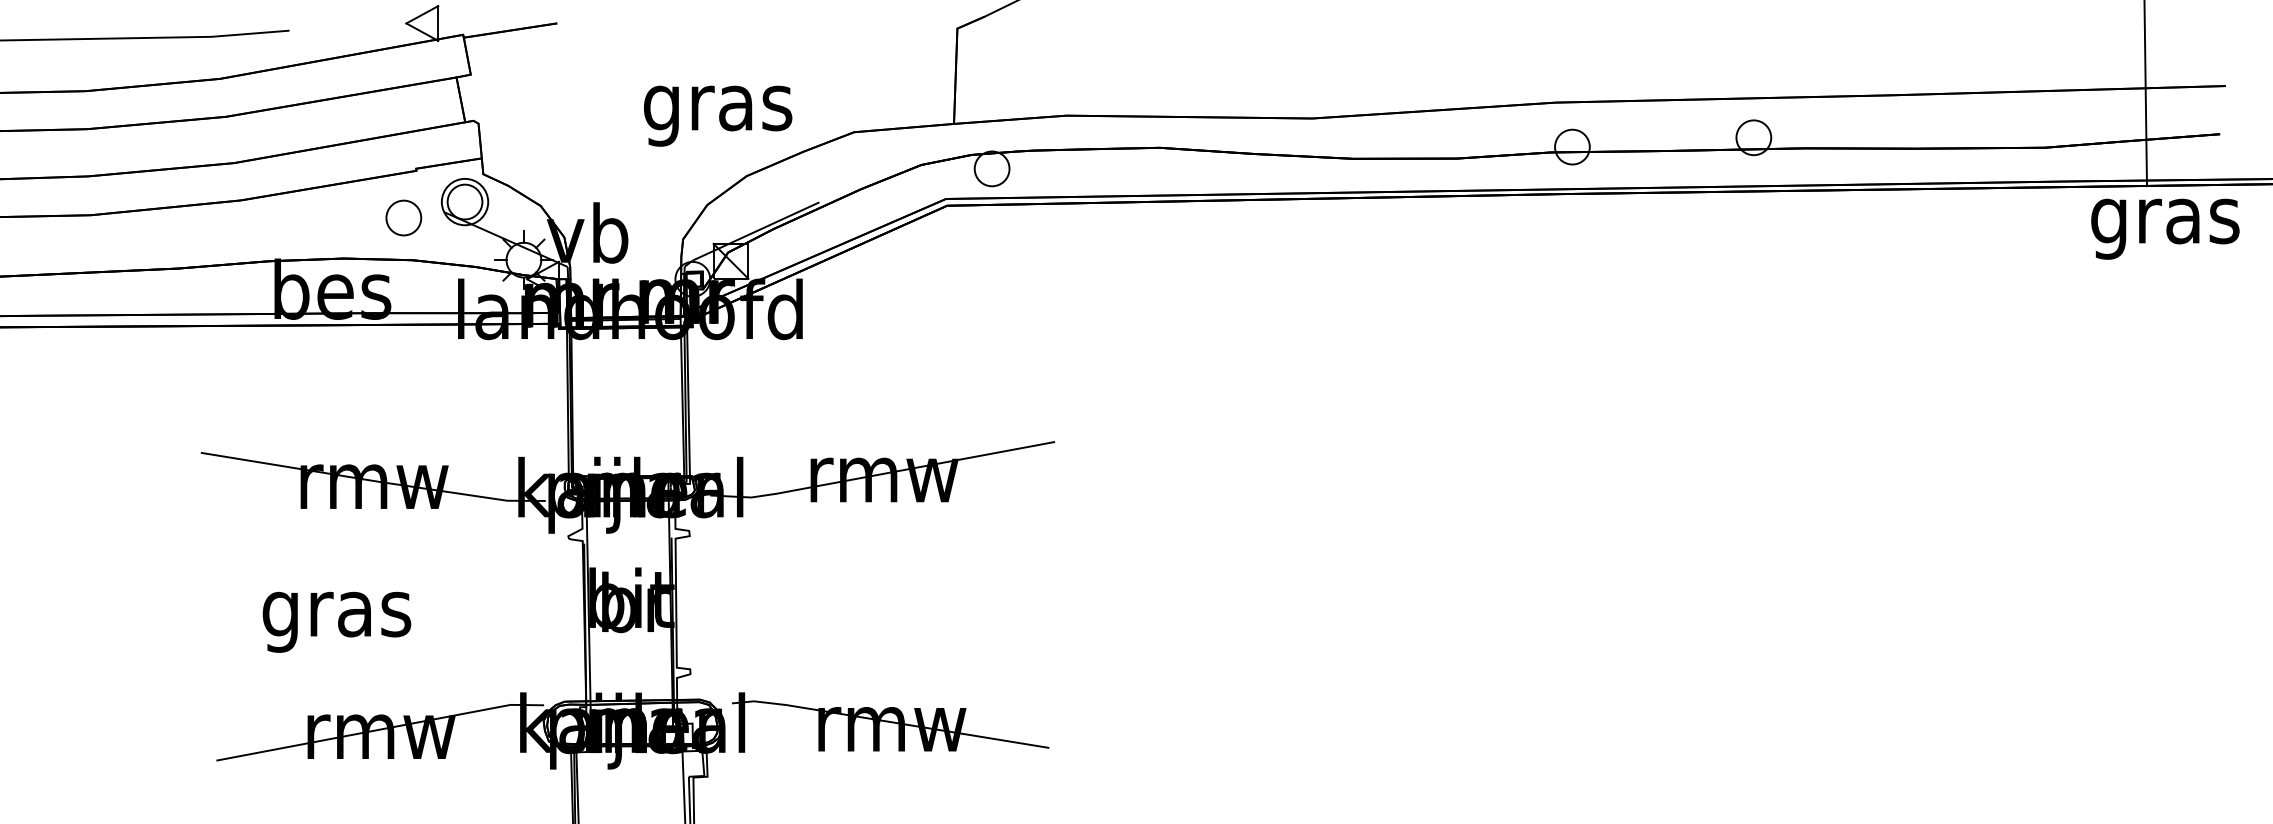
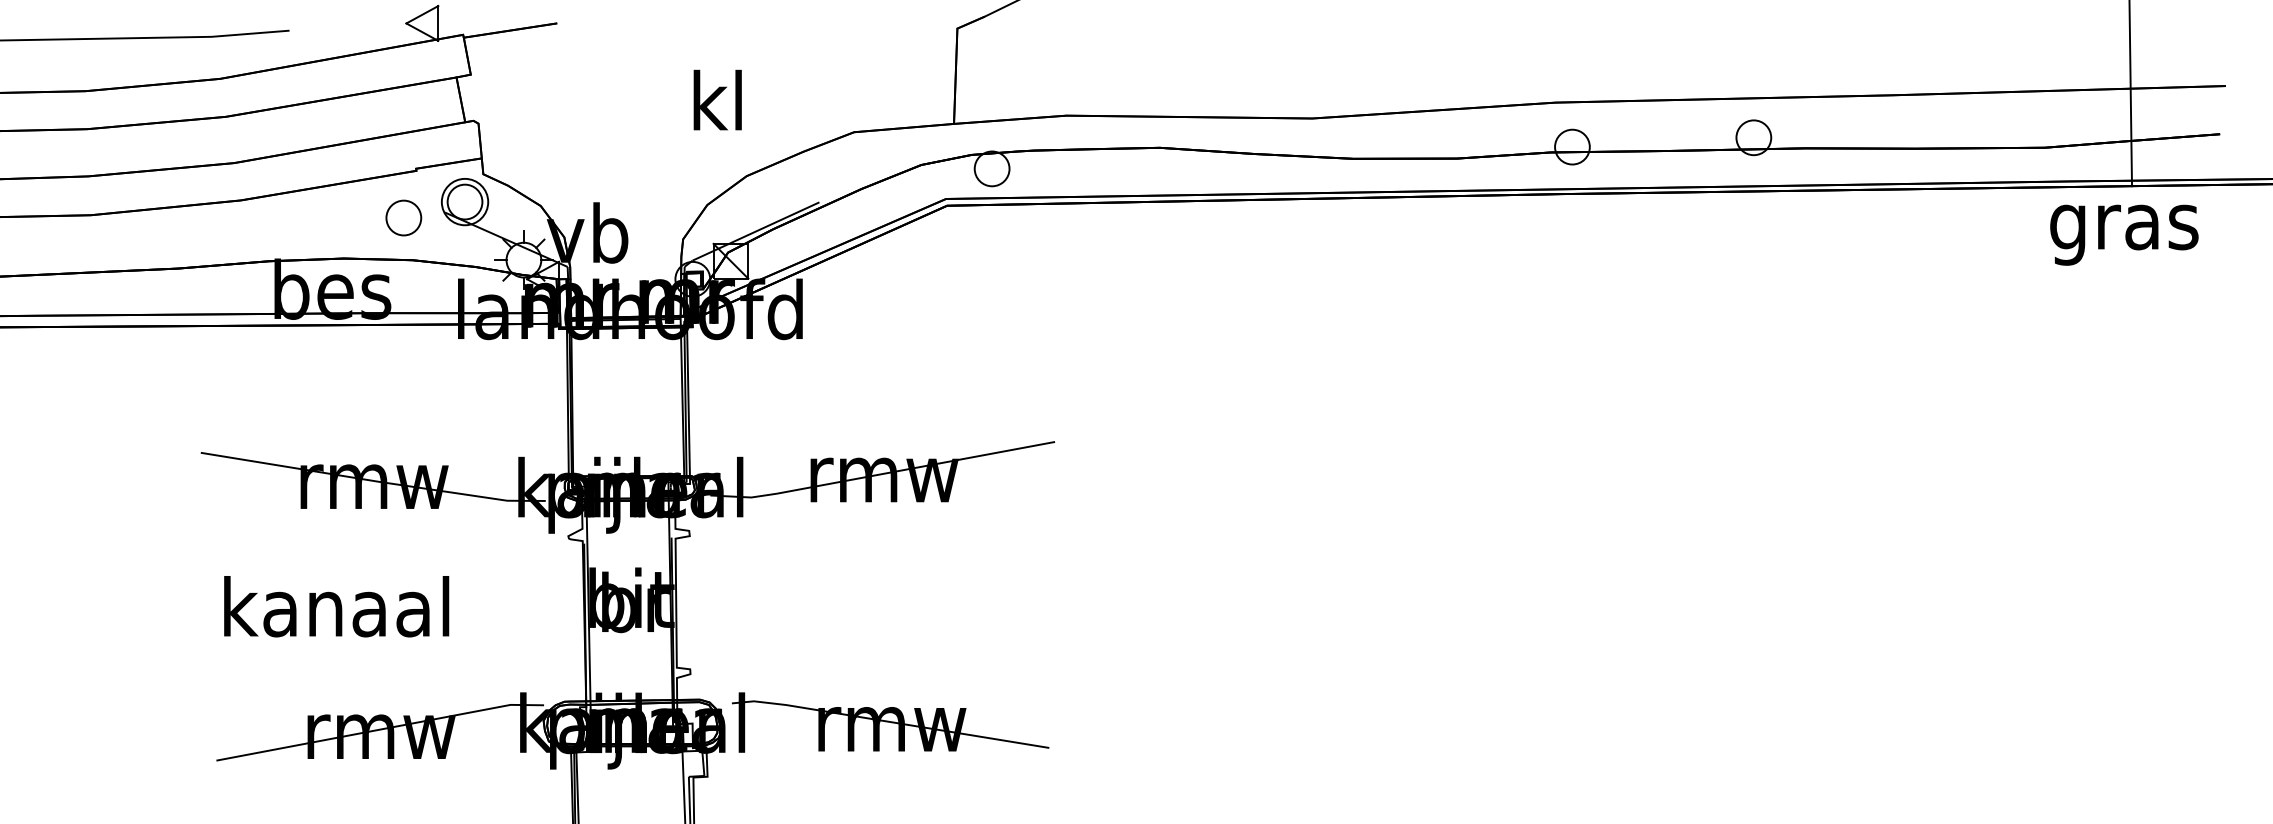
line at (2145, 94) position: (2145, 94) -> (2130, 94)
text at (717, 107): gras -> kl
text at (2165, 228) position: (2165, 228) -> (2124, 234)
text at (336, 614): gras -> kanaal
